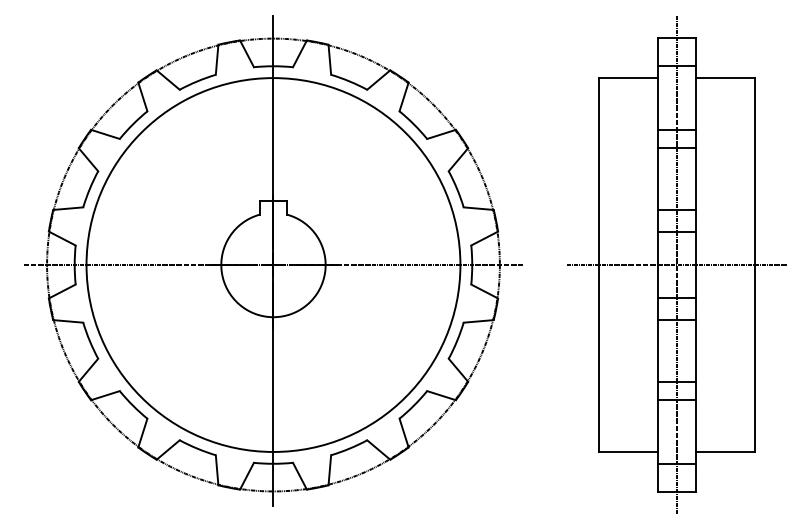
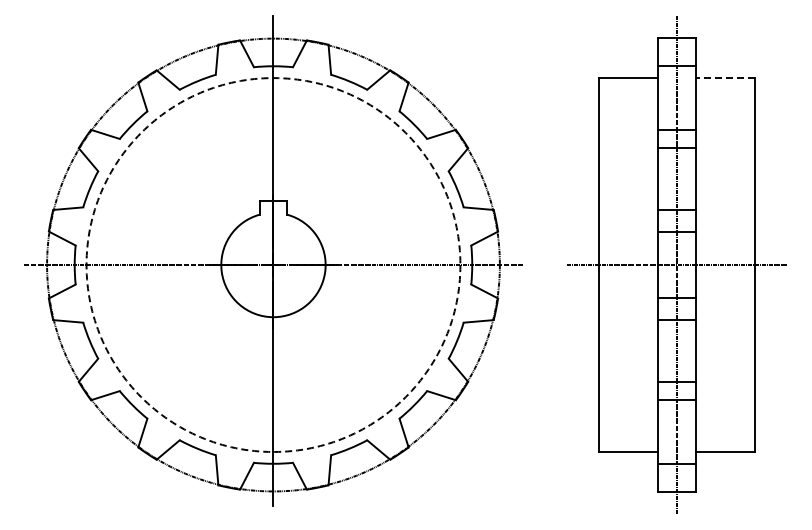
line at (725, 78): solid -> dashed
circle at (273, 264): solid -> dashed
